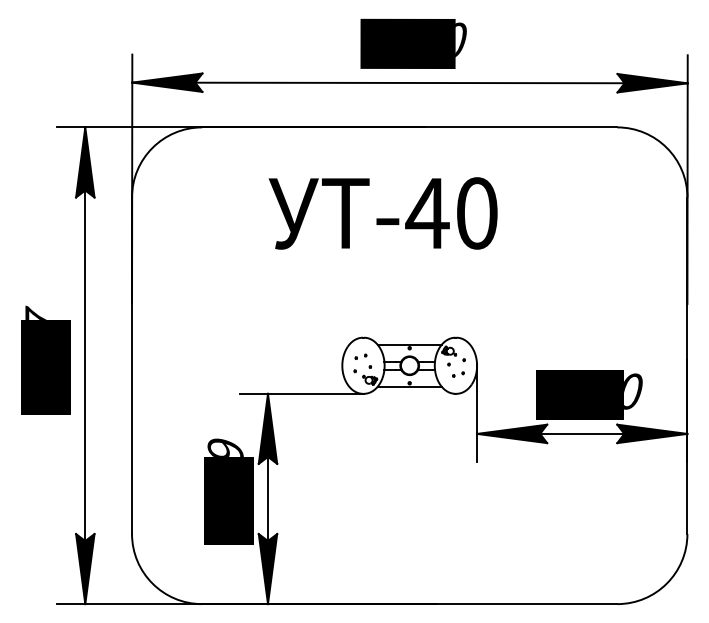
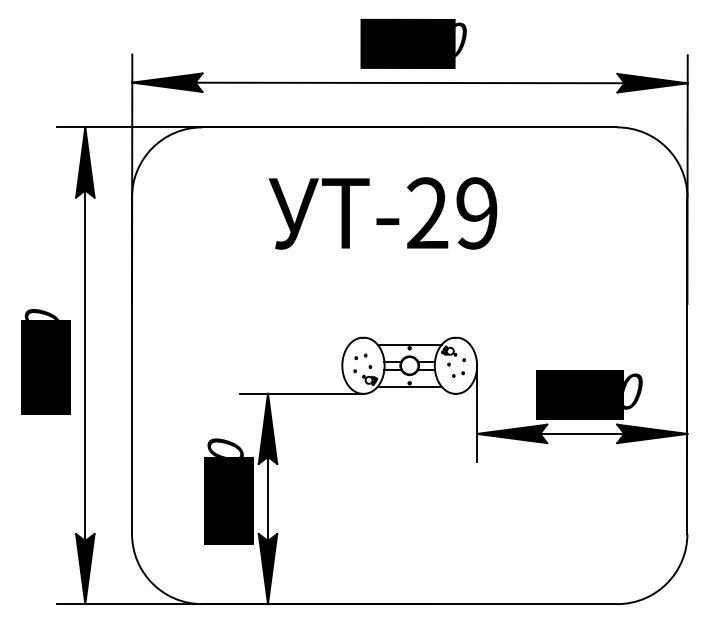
text at (451, 213): -40 -> -29
text at (41, 312): 3407 -> 3400
text at (225, 447): 2249 -> 1500
